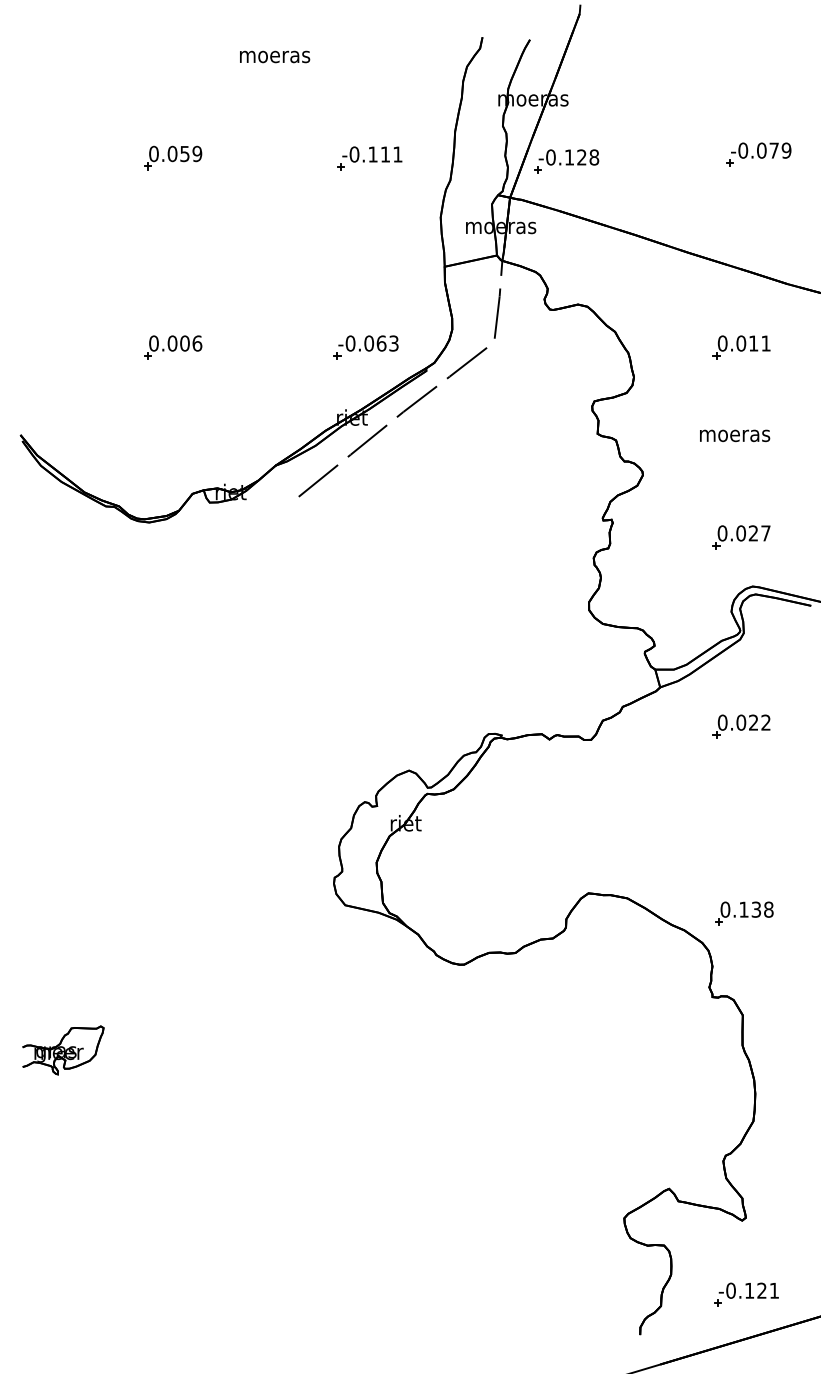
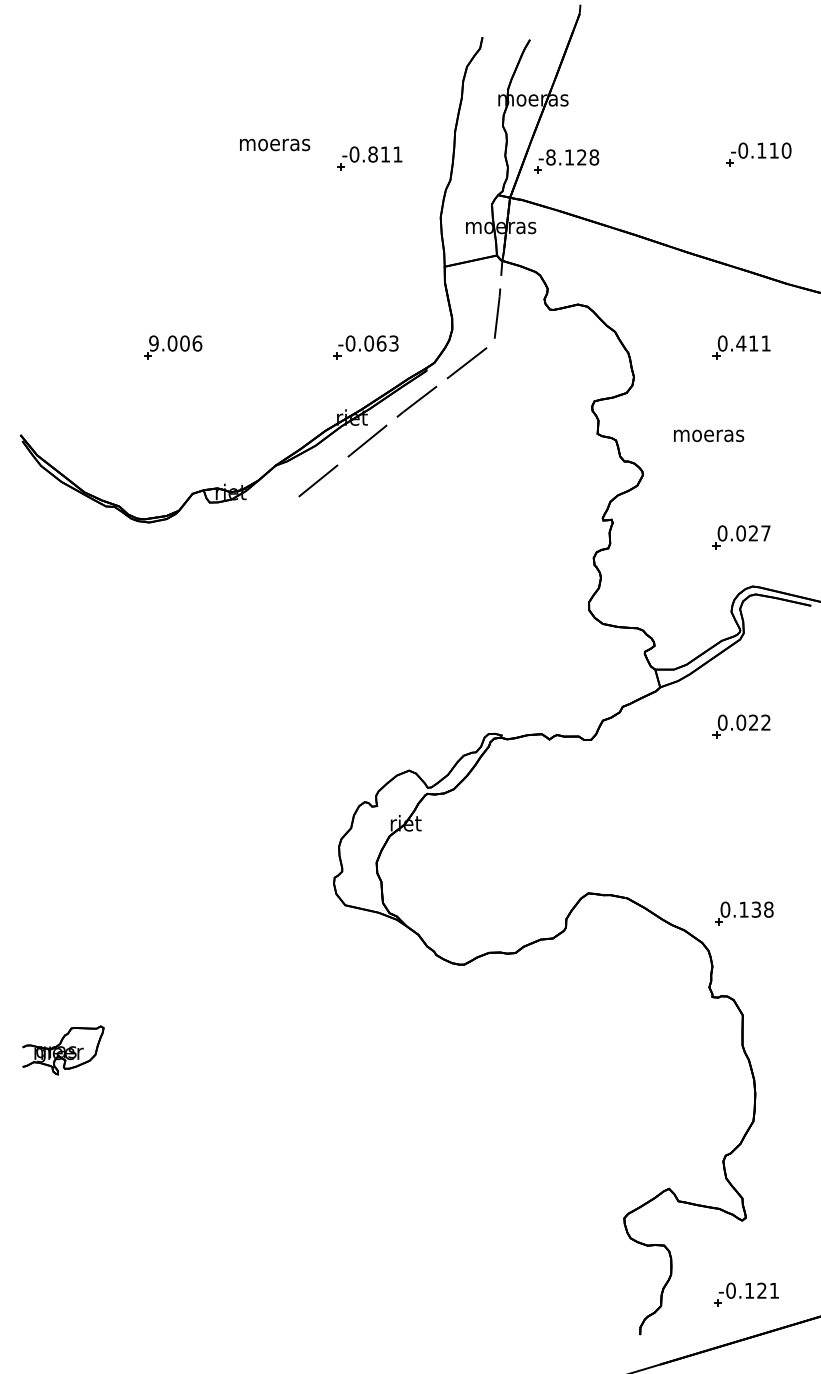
text at (275, 56) position: (275, 56) -> (275, 144)
text at (774, 150): -0.079 -> -0.110
text at (372, 154): -0.111 -> -0.811
part at (173, 157): present -> none
text at (550, 157): -0.128 -> -8.128
text at (153, 343): 0.006 -> 9.006
text at (741, 343): 0.011 -> 0.411
text at (735, 435) position: (735, 435) -> (709, 435)
